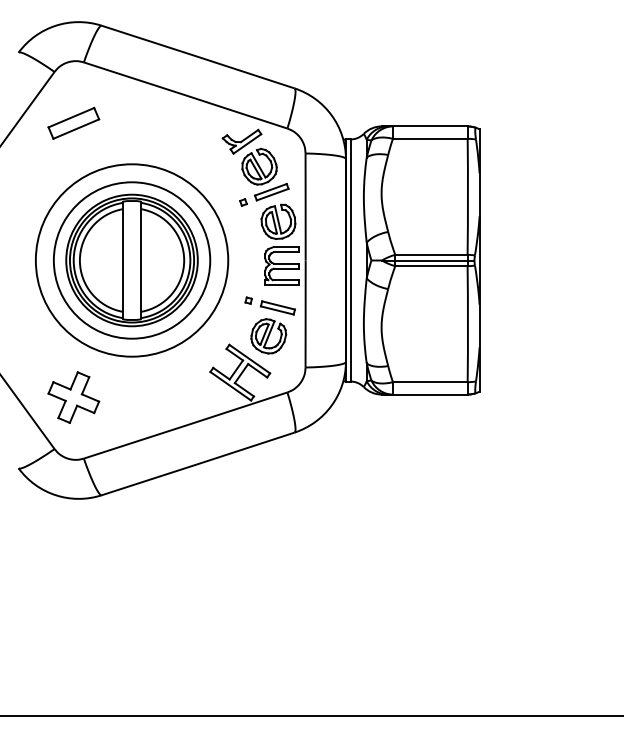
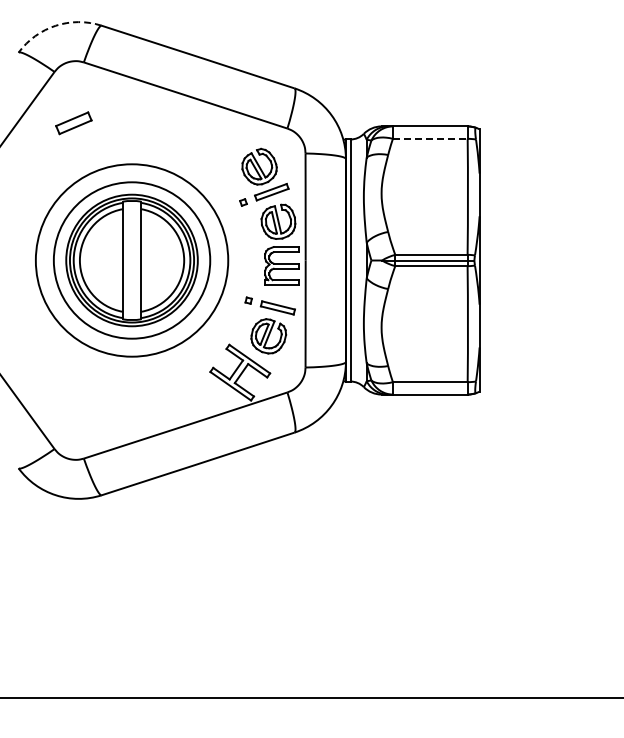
arc at (55, 25): solid -> dashed
part at (73, 122) size: 54x34 px -> 38x25 px
line at (430, 138): solid -> dashed
part at (241, 141): present -> none
part at (73, 397): present -> none
line at (311, 715) position: (311, 715) -> (311, 697)
